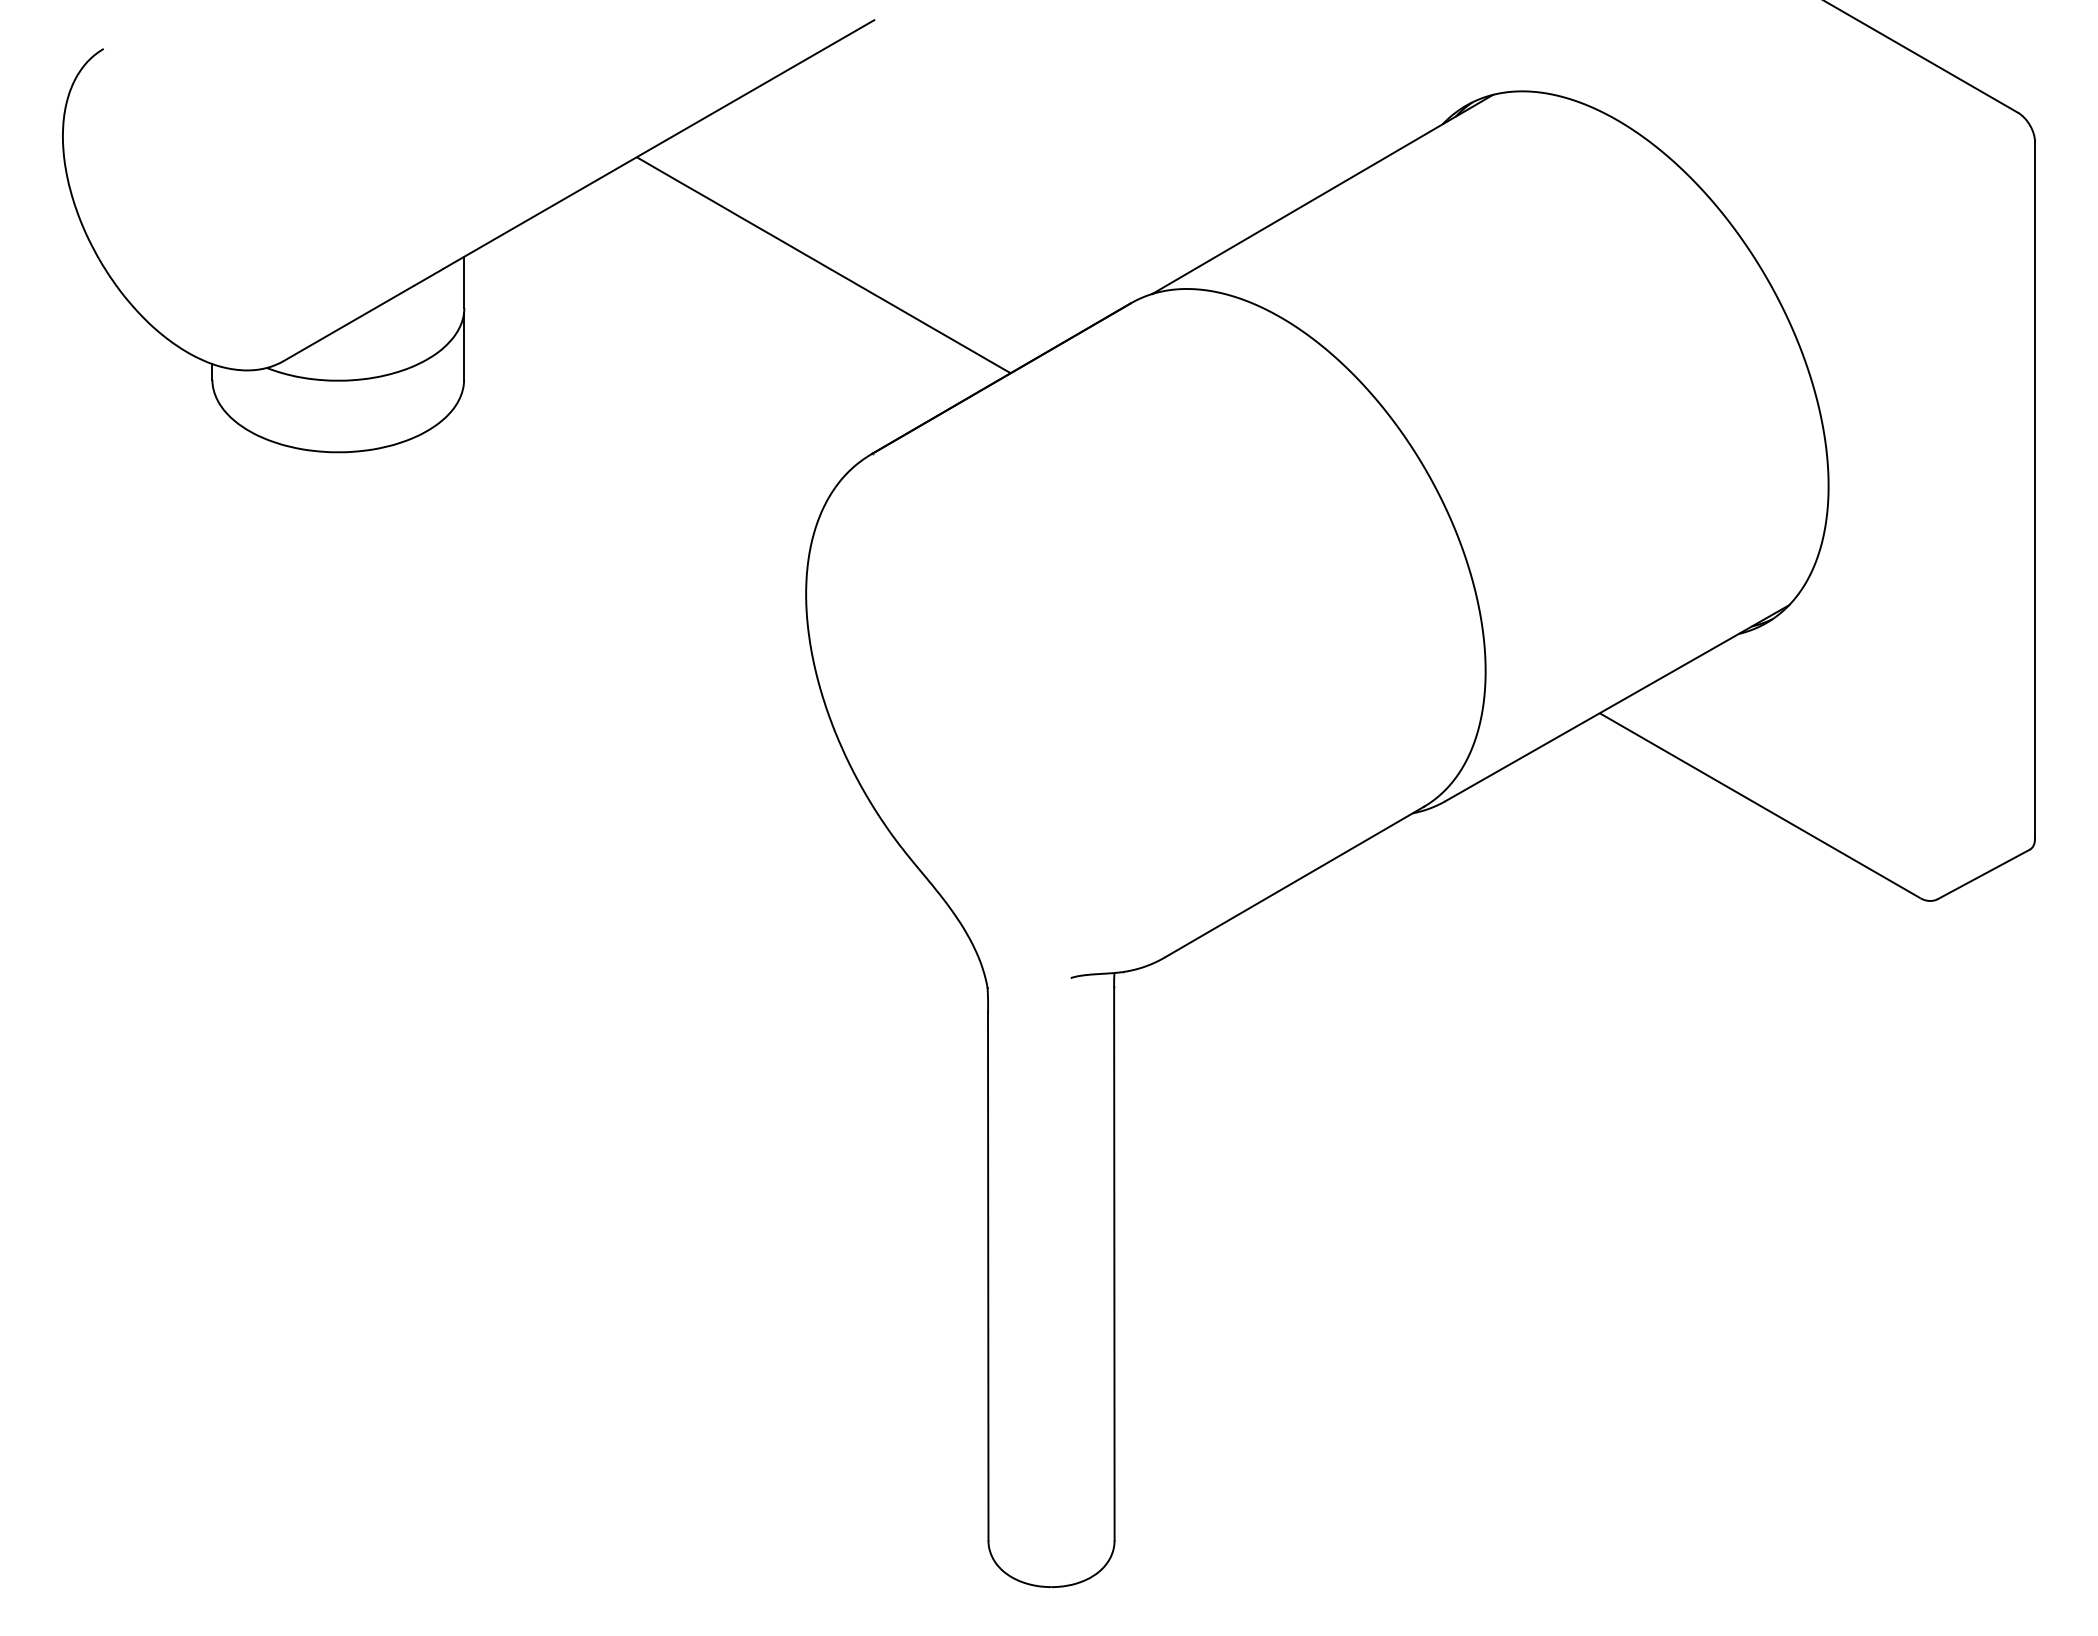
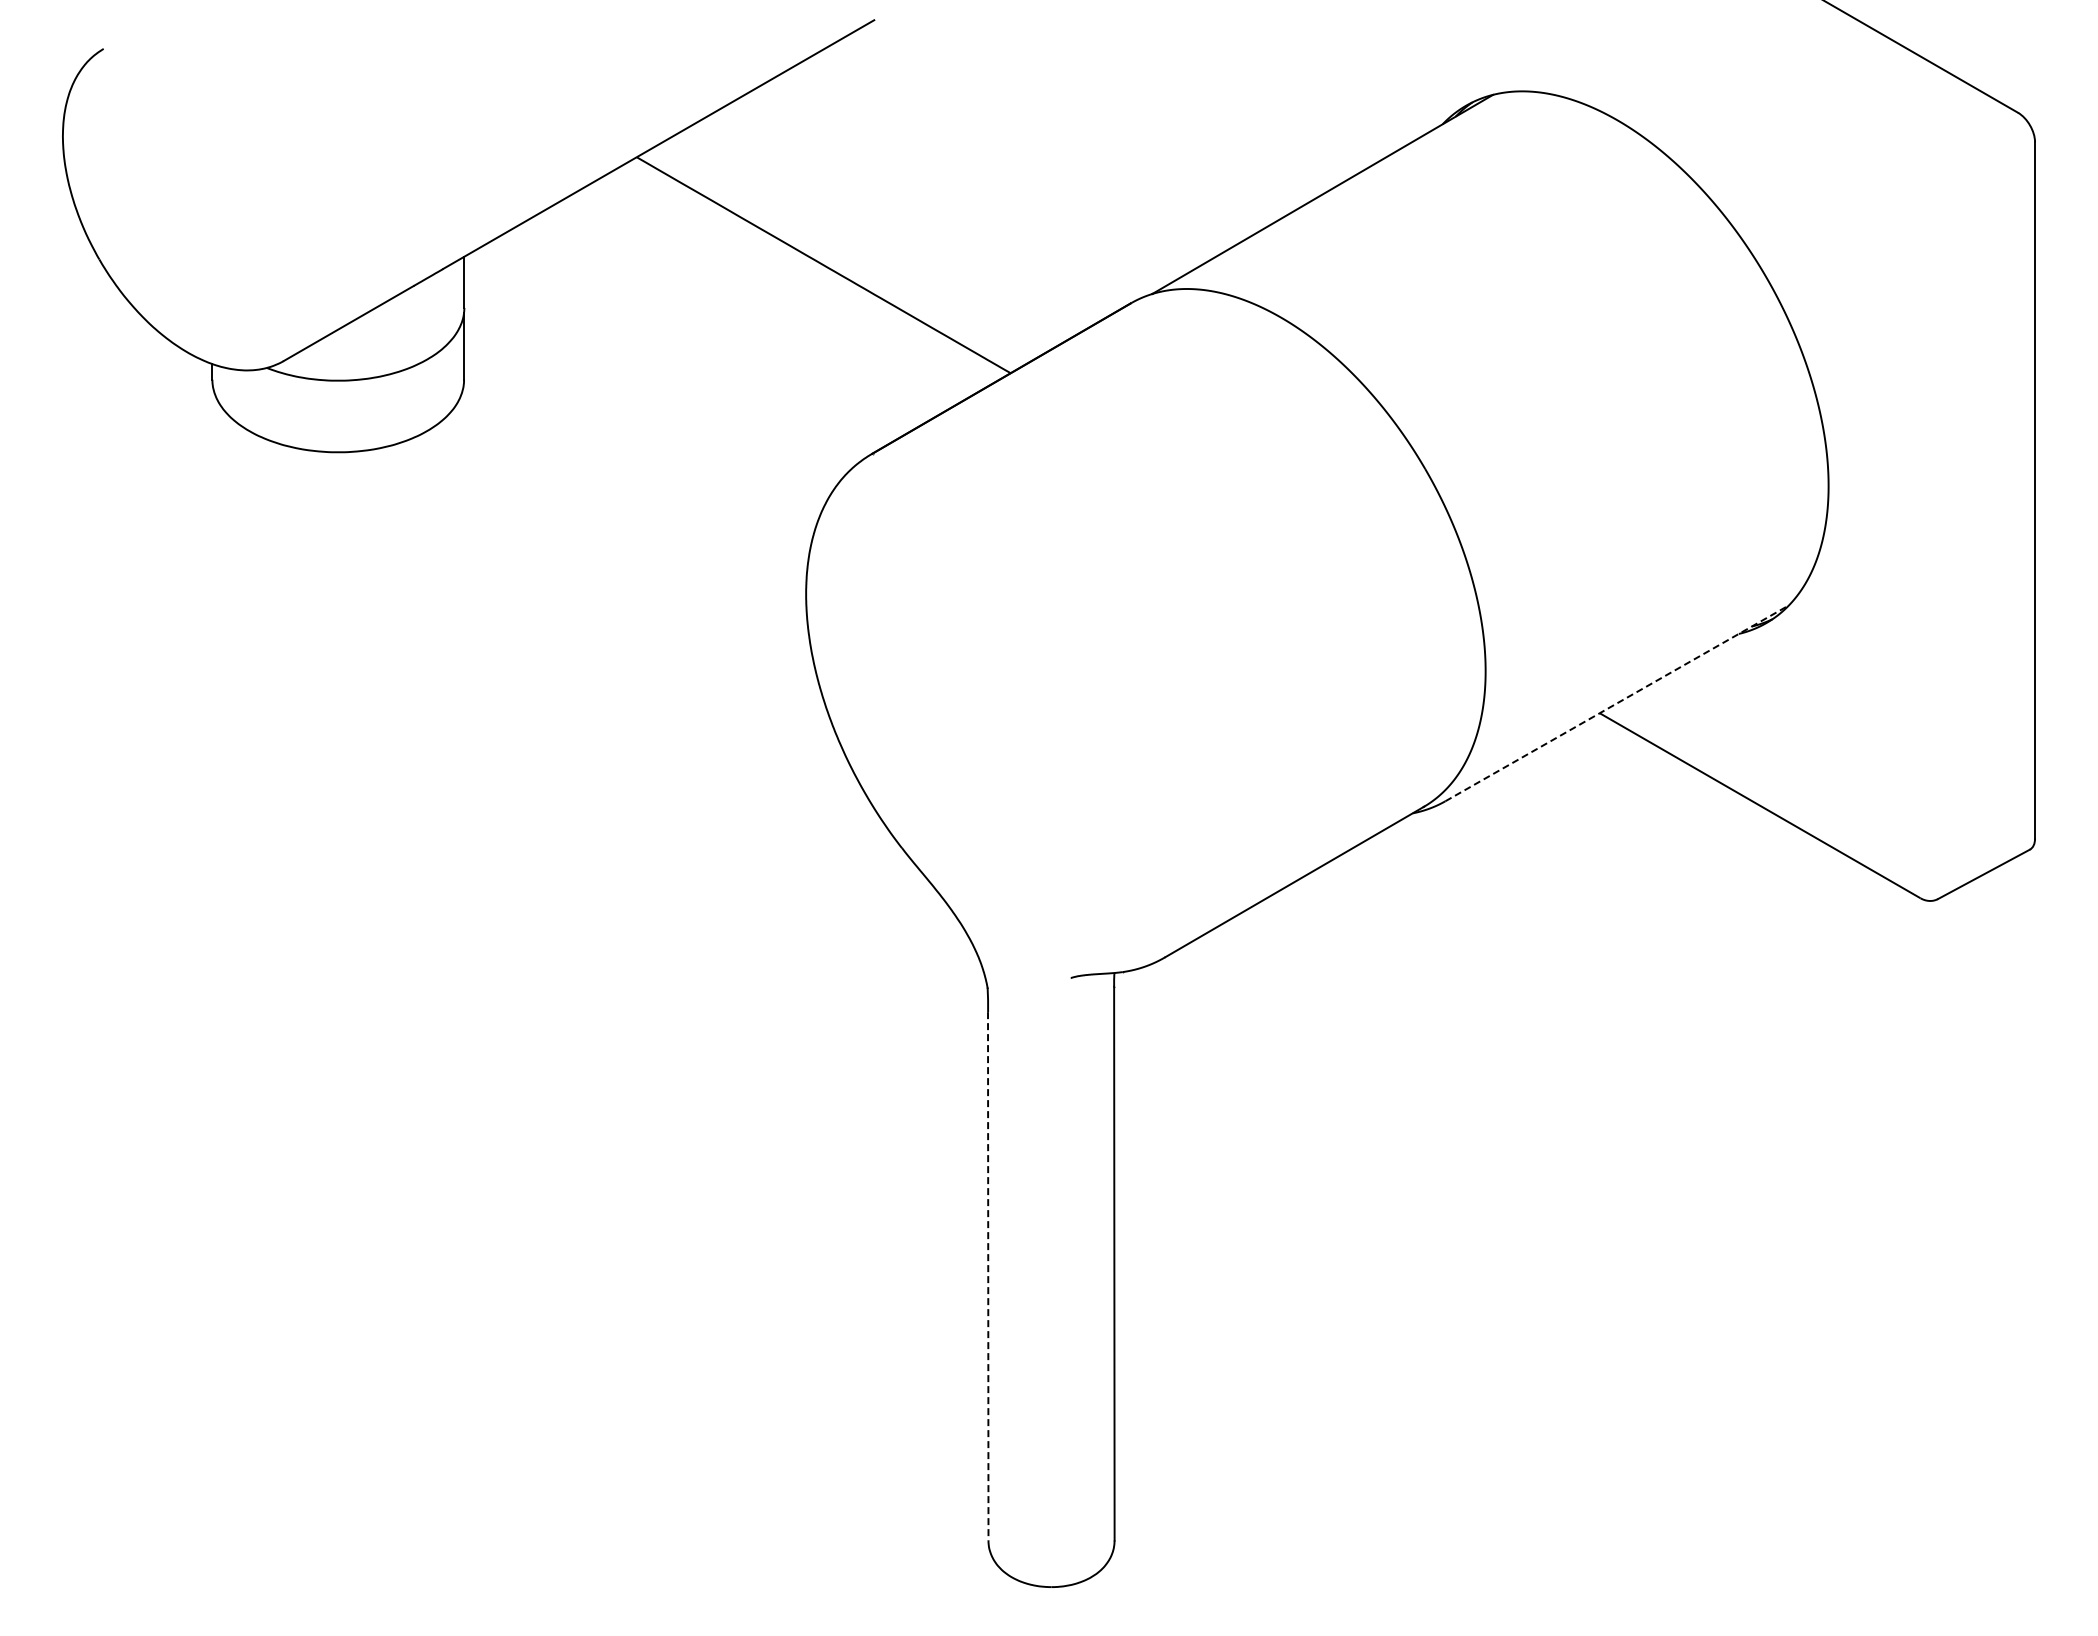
line at (1617, 703): solid -> dashed
line at (988, 1276): solid -> dashed
